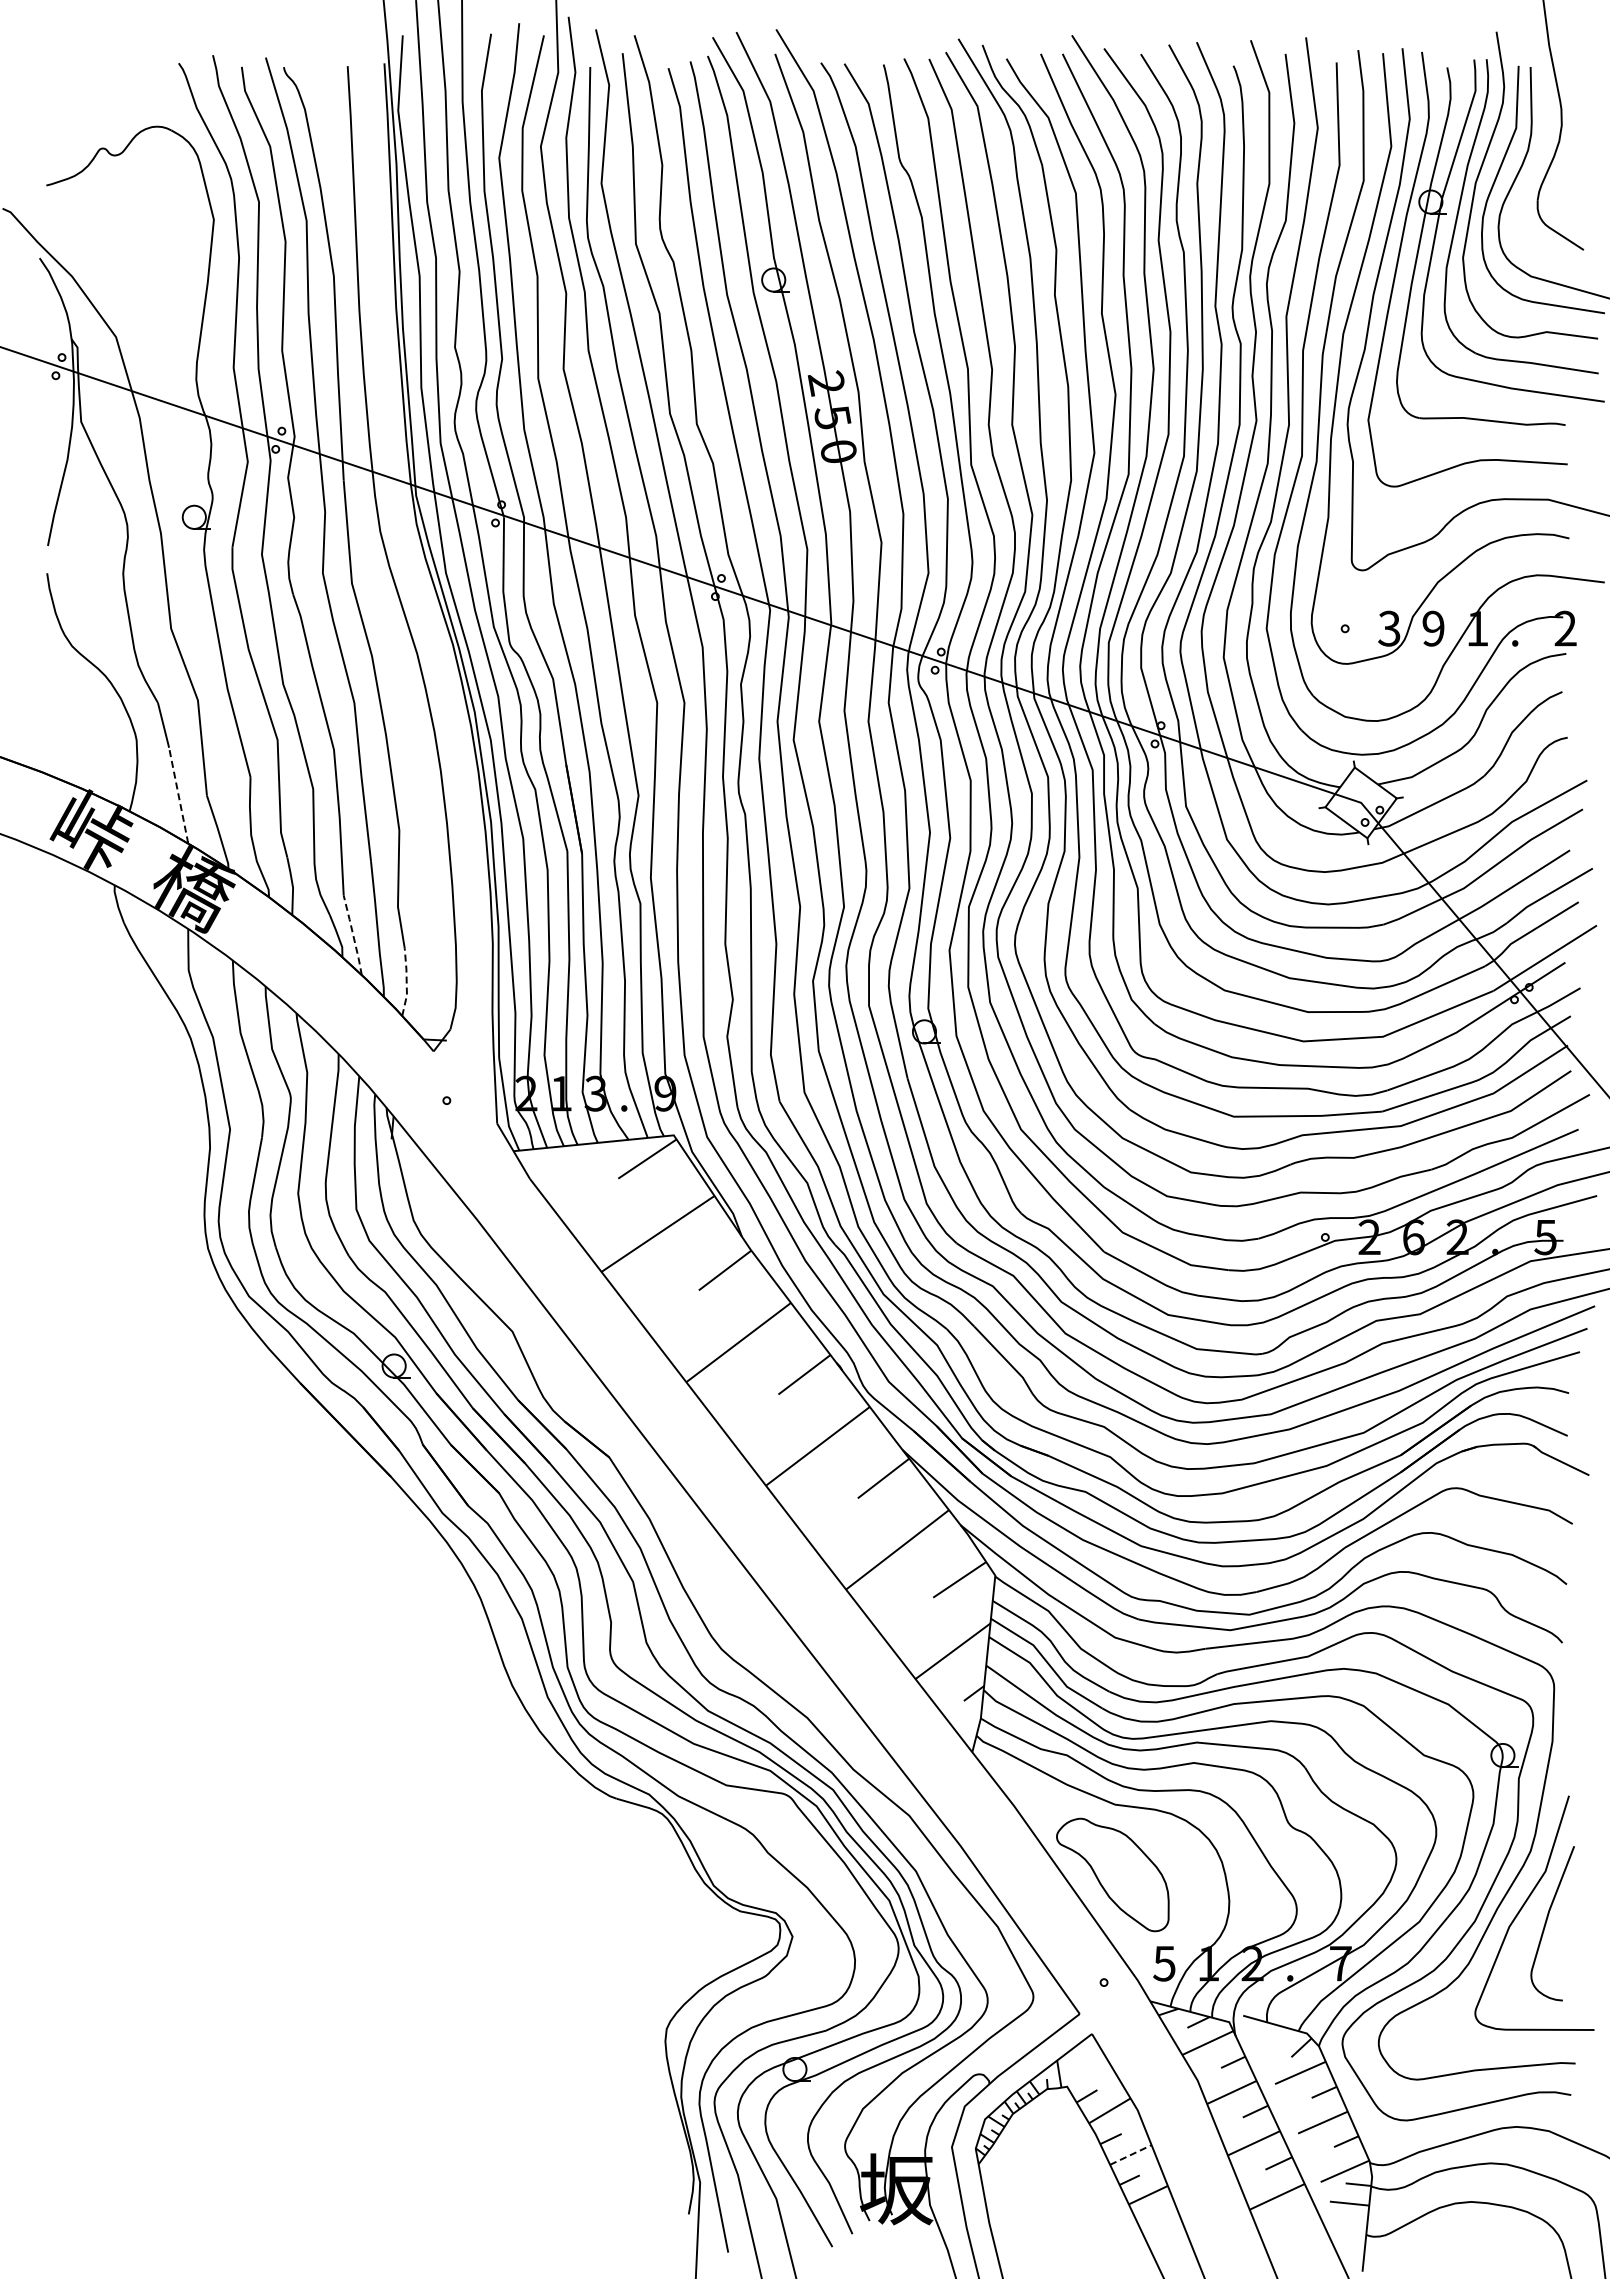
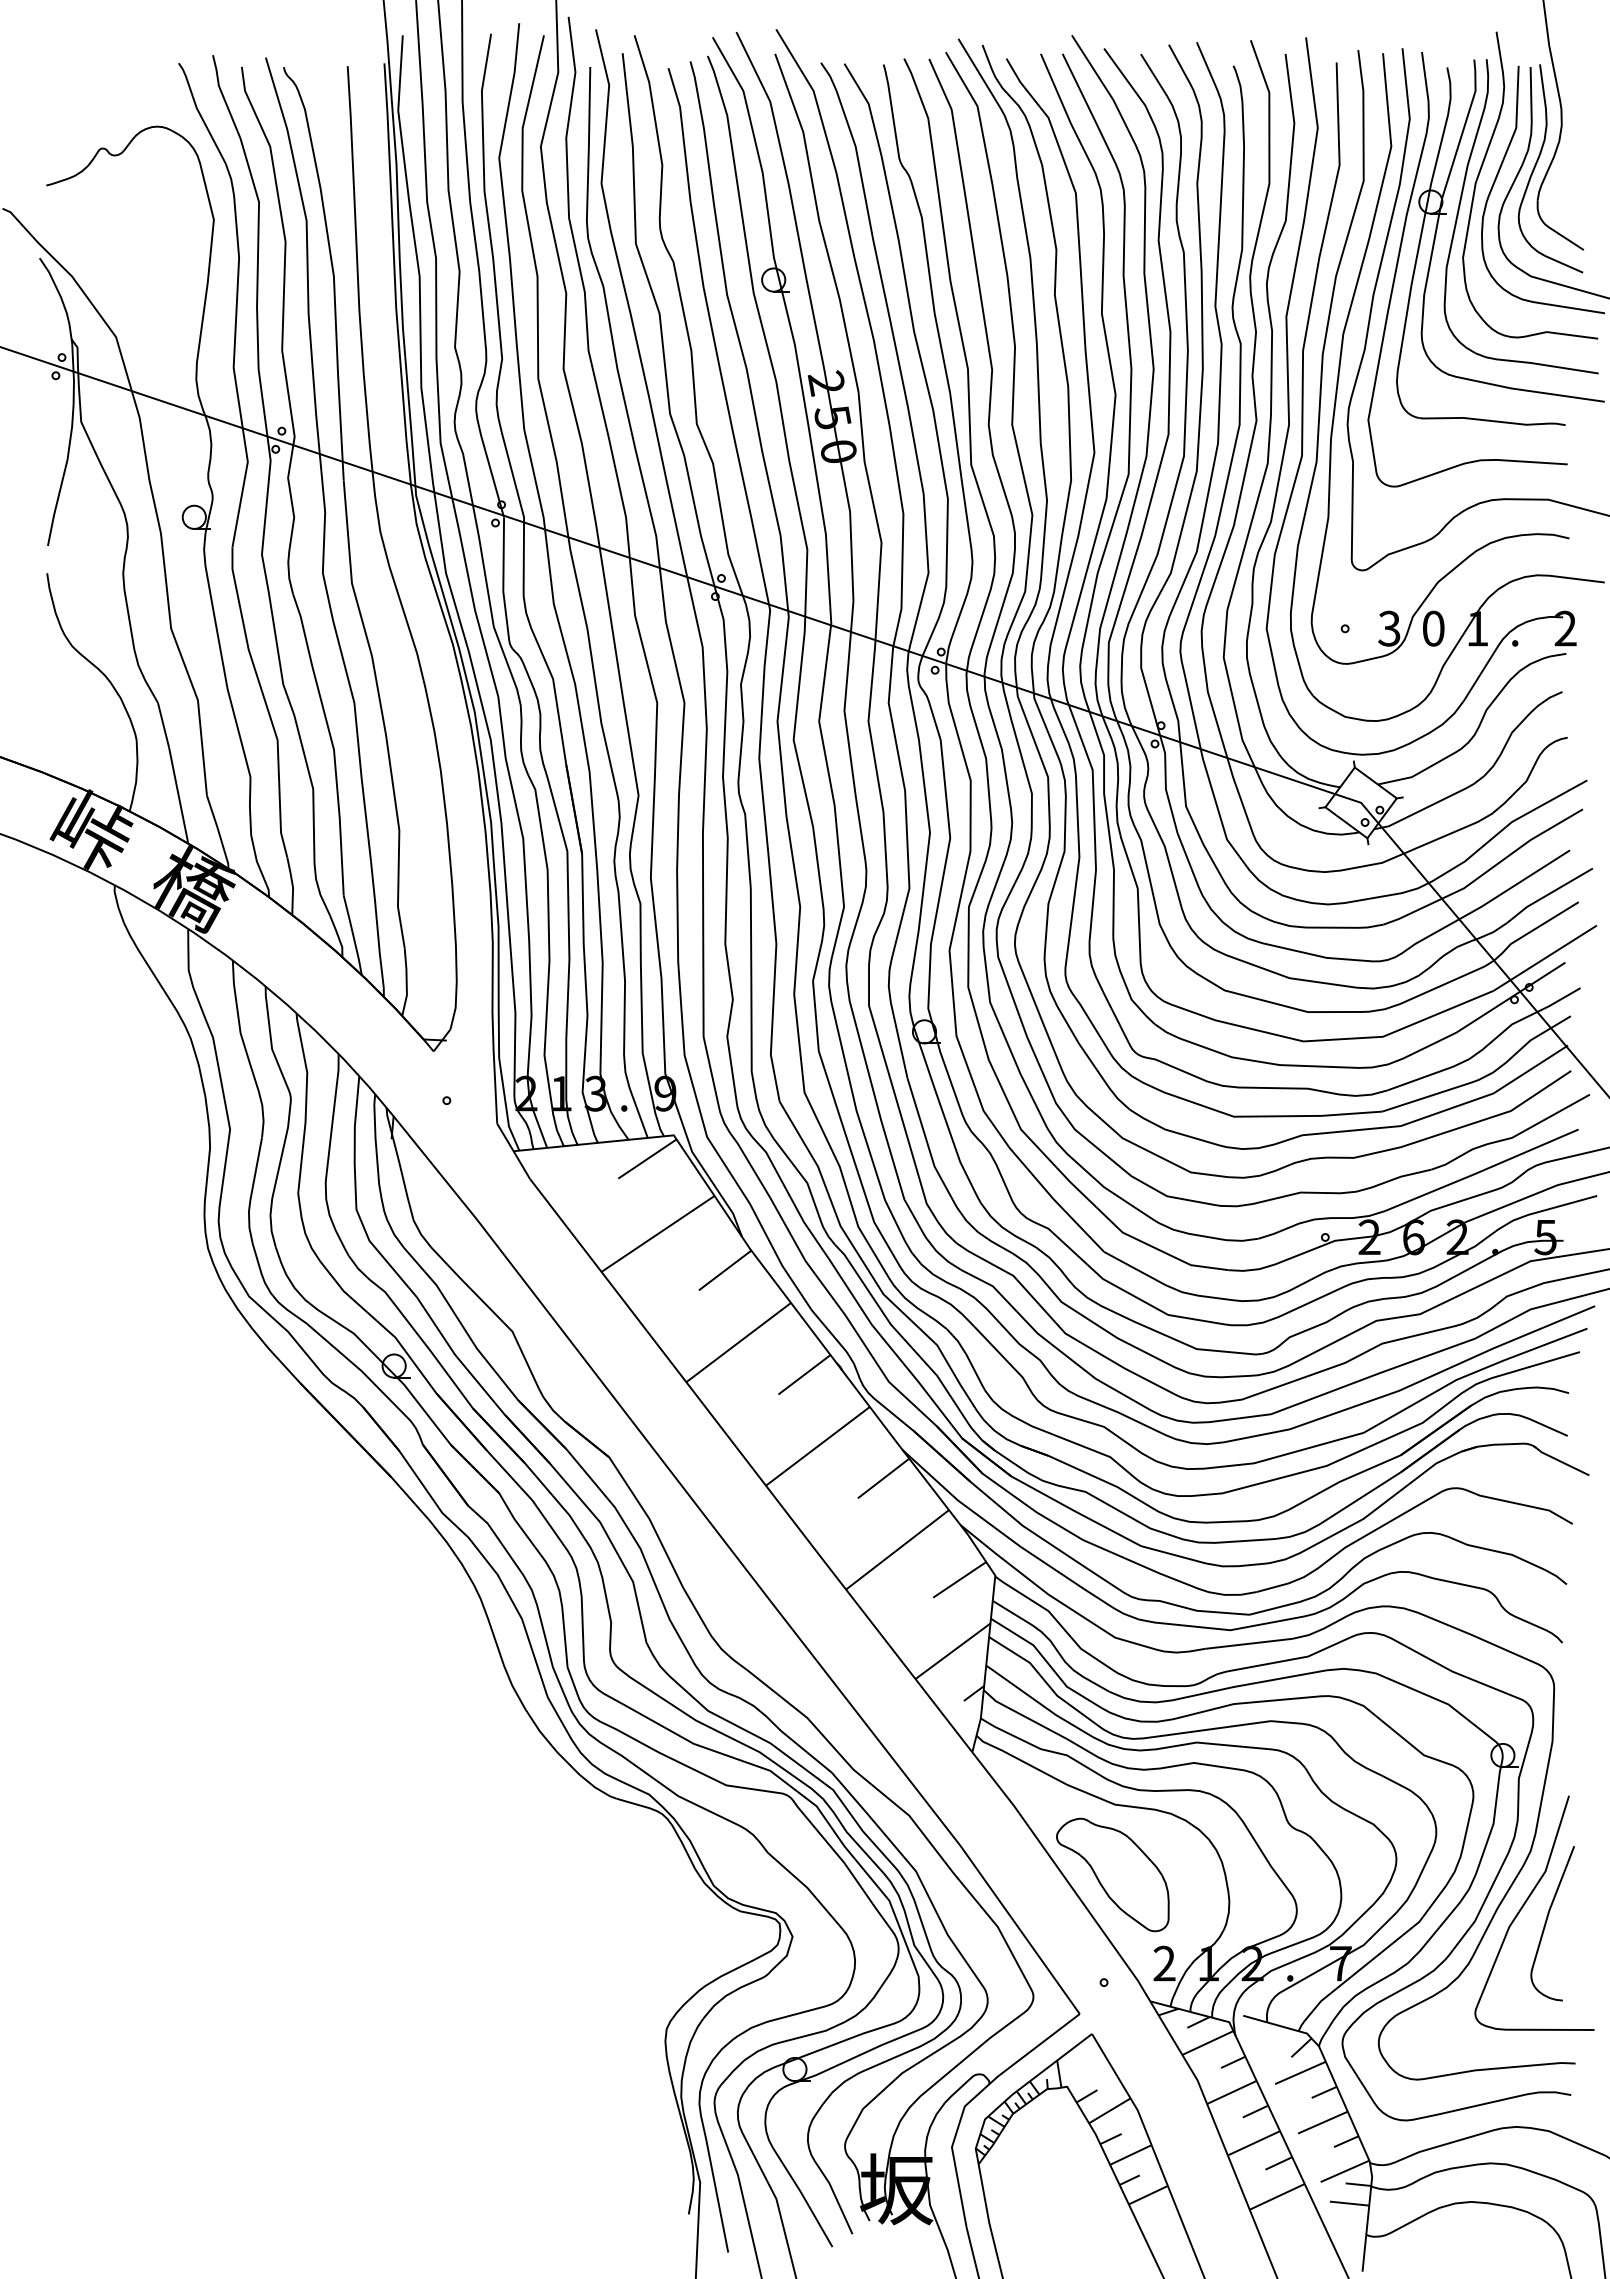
curve at (1538, 161): none -> present
text at (1433, 628): 9 -> 0
line at (178, 796): dashed -> solid
line at (353, 934): dashed -> solid
line at (406, 982): dashed -> solid
text at (1164, 1963): 5 -> 2
line at (1130, 2154): dashed -> solid
